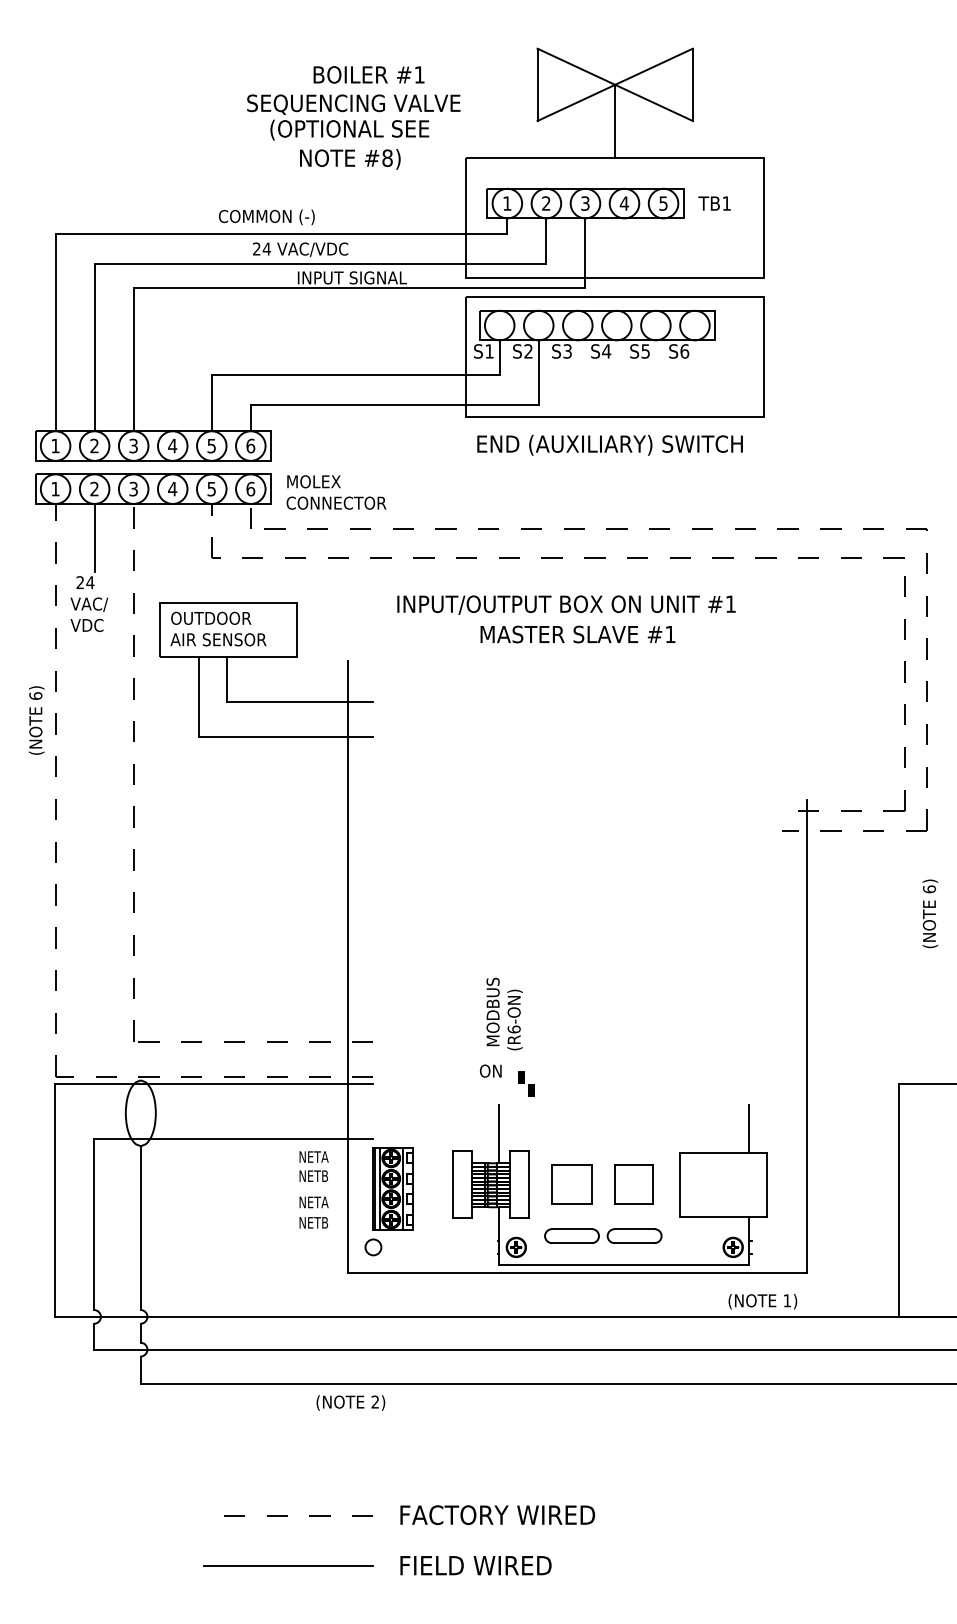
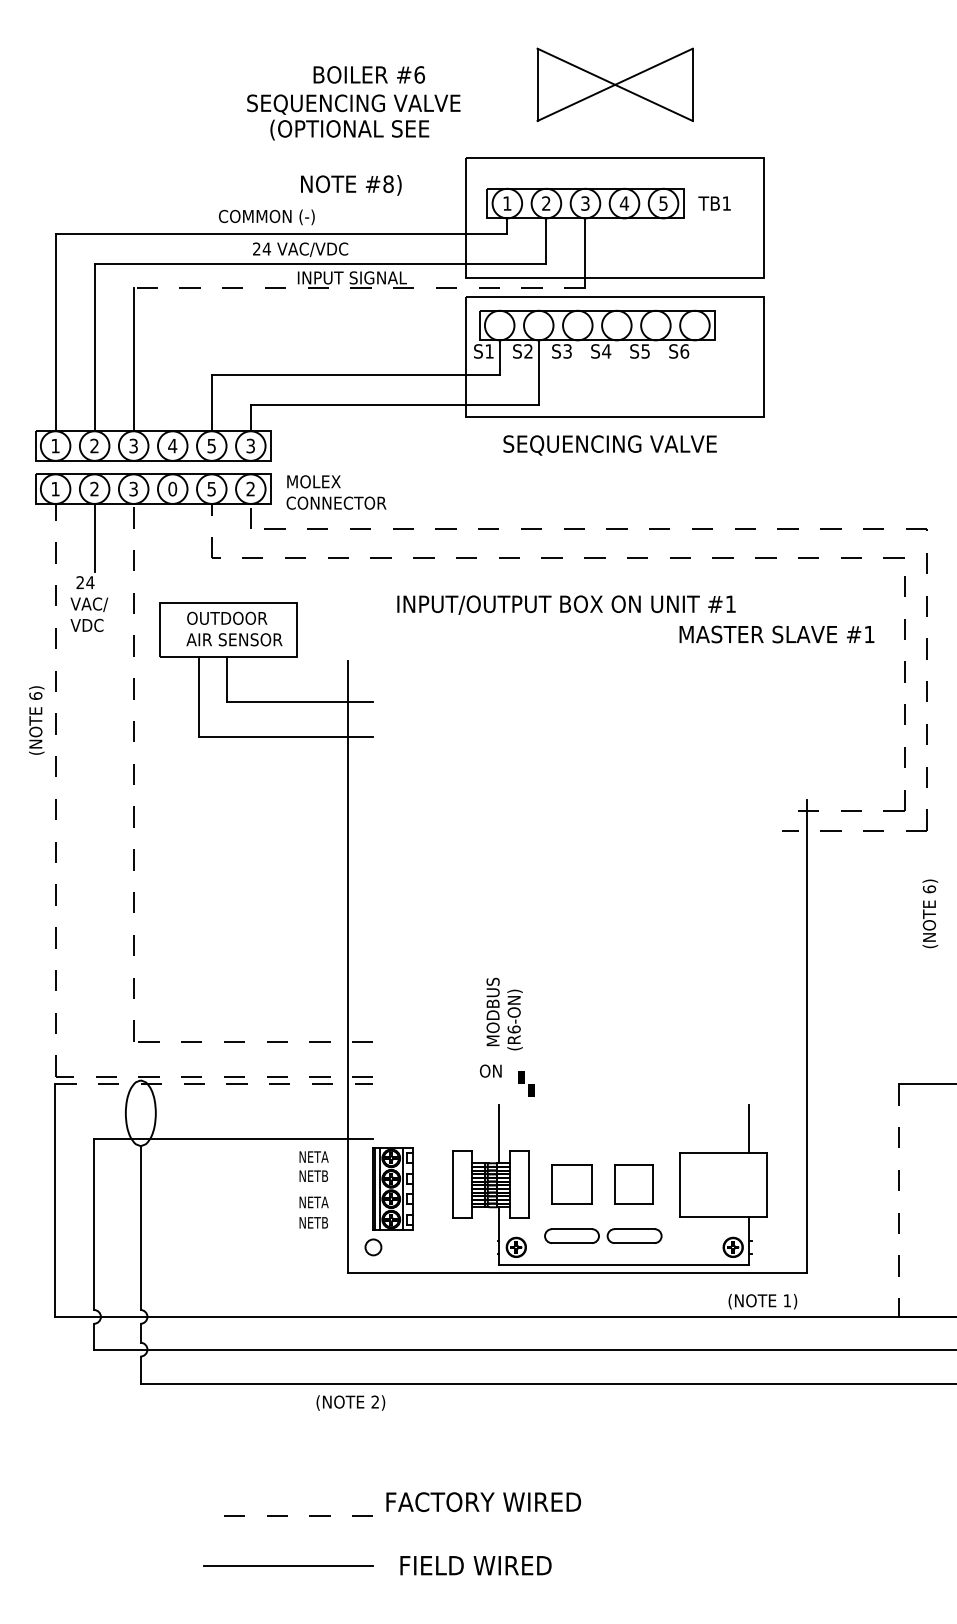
text at (419, 74): #1 -> #6
line at (615, 120): present -> none
text at (350, 159) position: (350, 159) -> (351, 185)
line at (359, 288): solid -> dashed
text at (609, 444): END (AUXILIARY) SWITCH -> SEQUENCING VALVE
text at (250, 445): 6 -> 3
text at (172, 488): 4 -> 0
text at (250, 488): 6 -> 2
text at (218, 628) position: (218, 628) -> (234, 628)
text at (577, 634) position: (577, 634) -> (776, 634)
line at (214, 1084): solid -> dashed
line at (898, 1201): solid -> dashed
text at (497, 1515) position: (497, 1515) -> (483, 1502)
